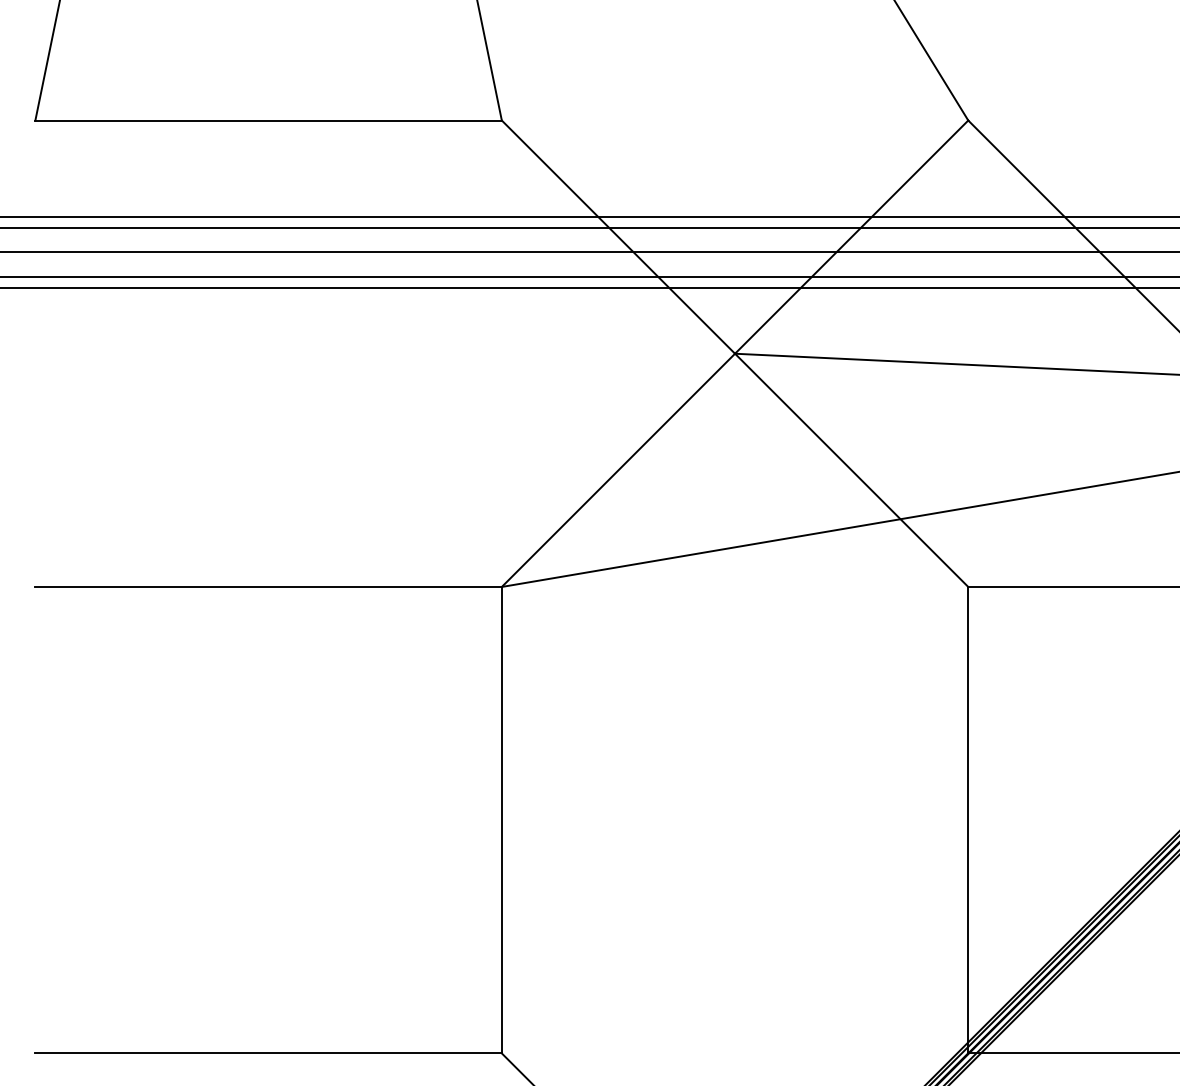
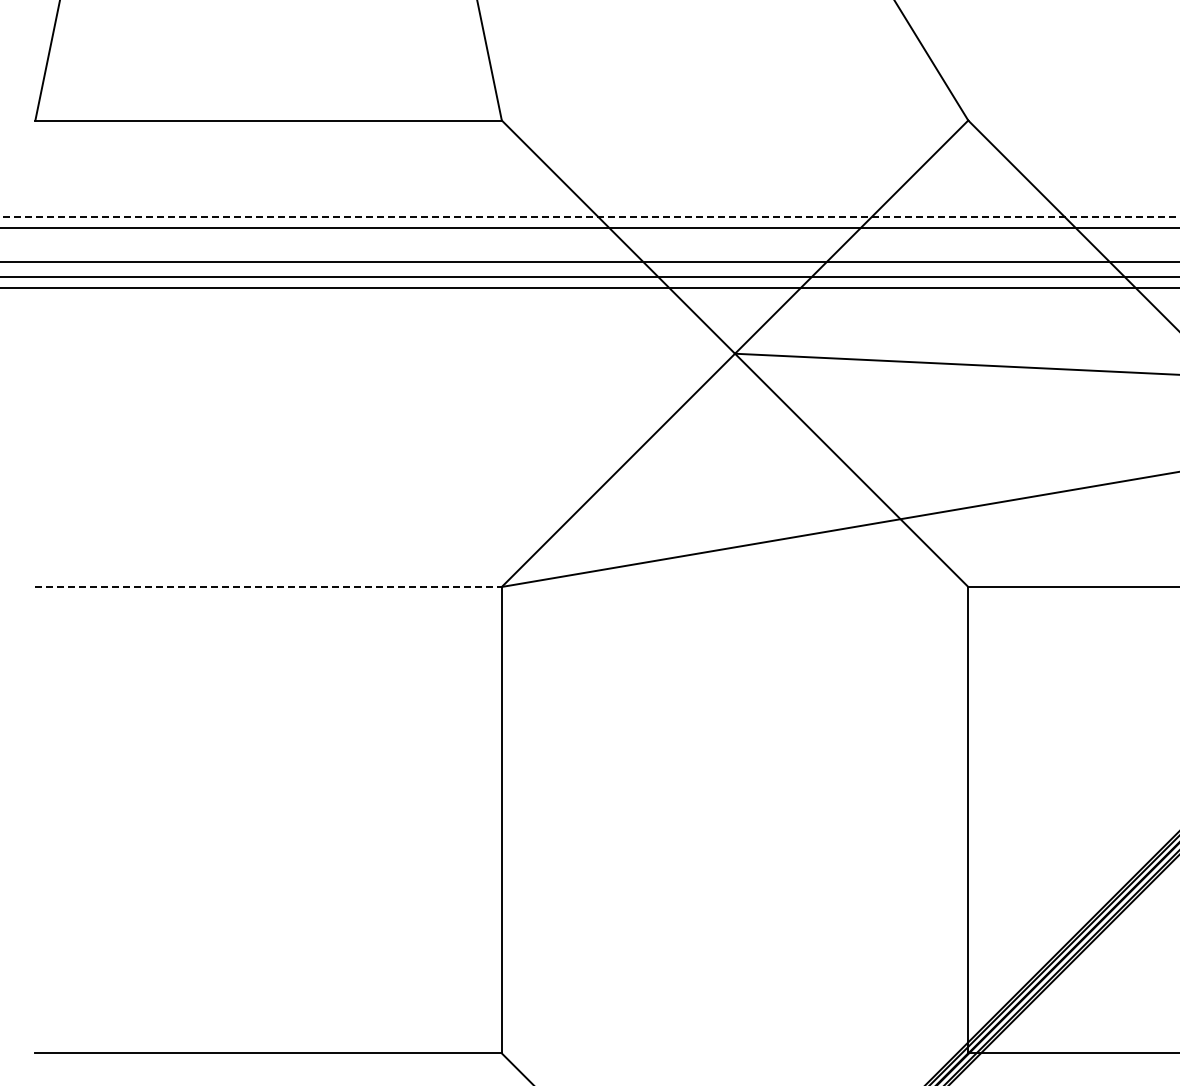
line at (589, 217): solid -> dashed
line at (589, 252) position: (589, 252) -> (589, 262)
line at (269, 586): solid -> dashed
